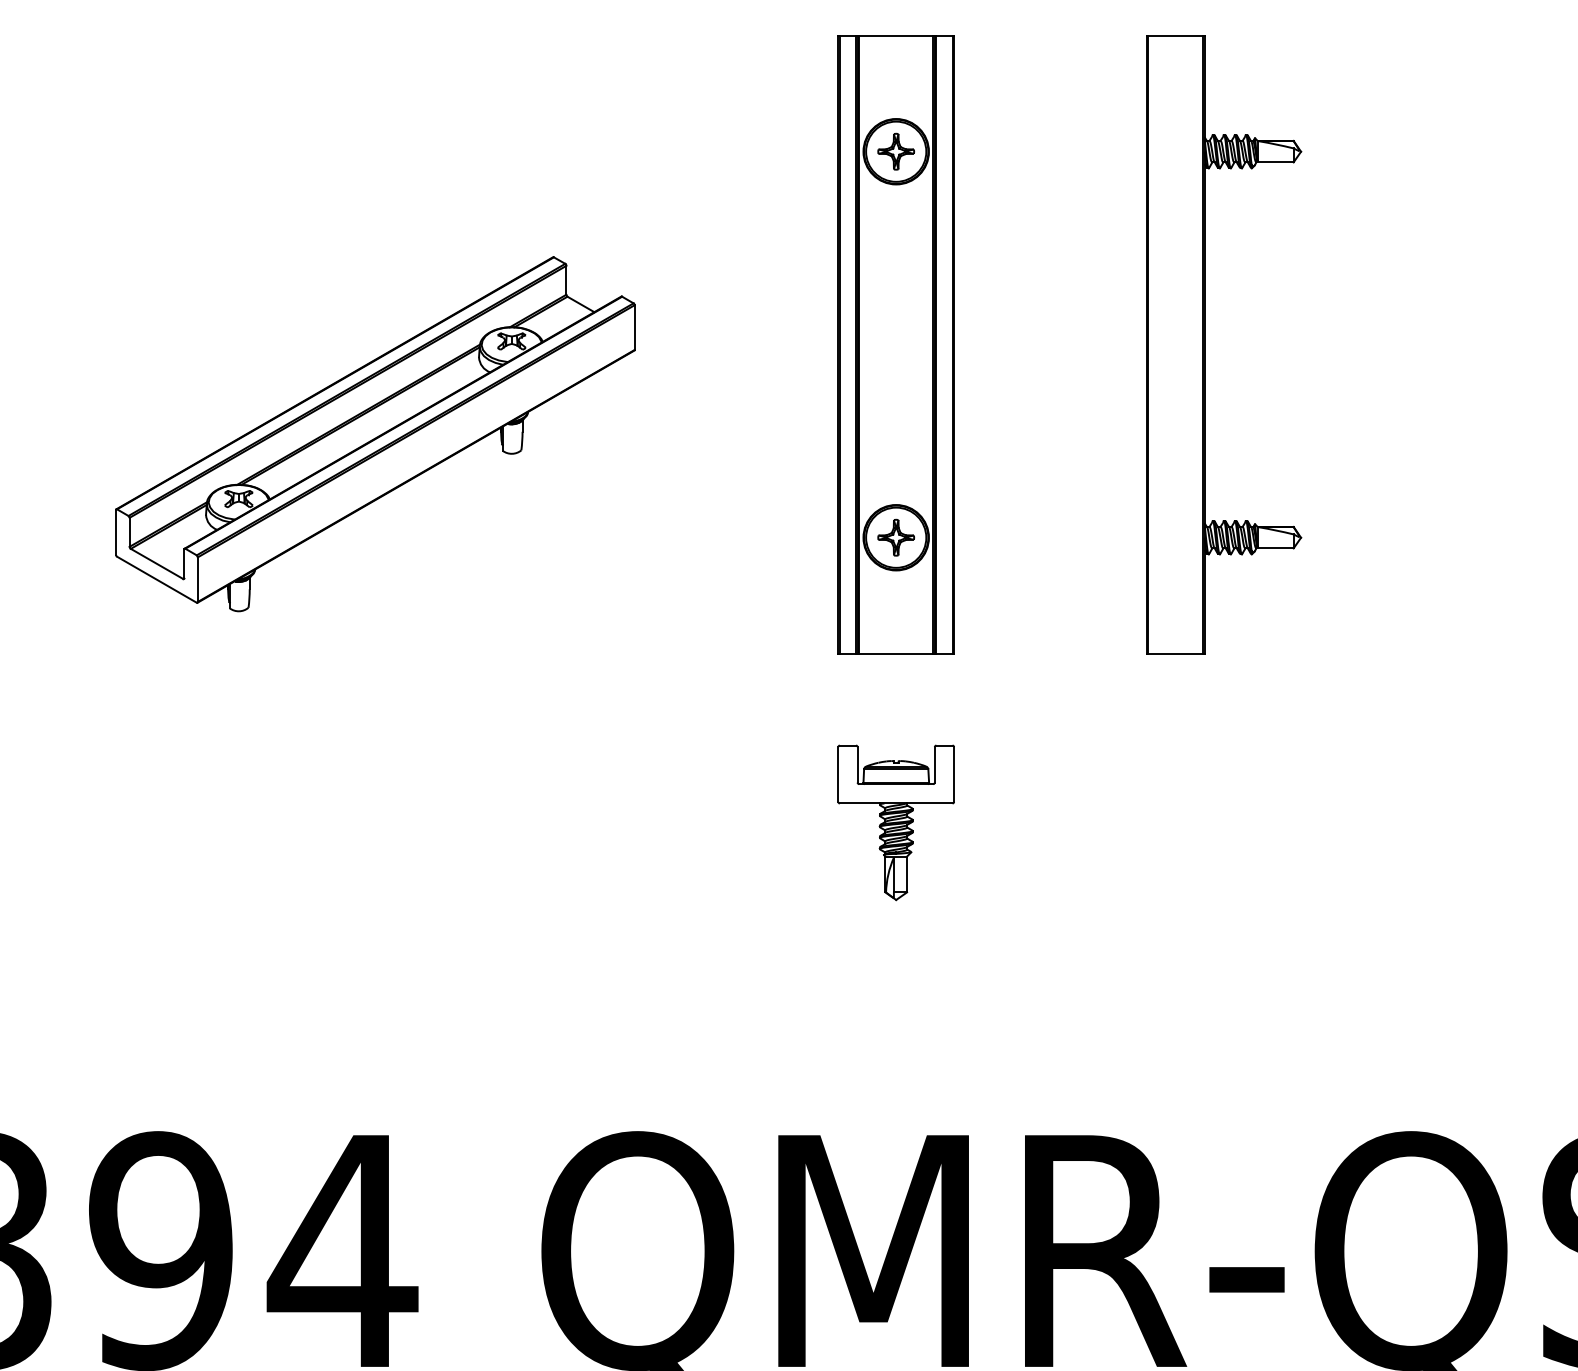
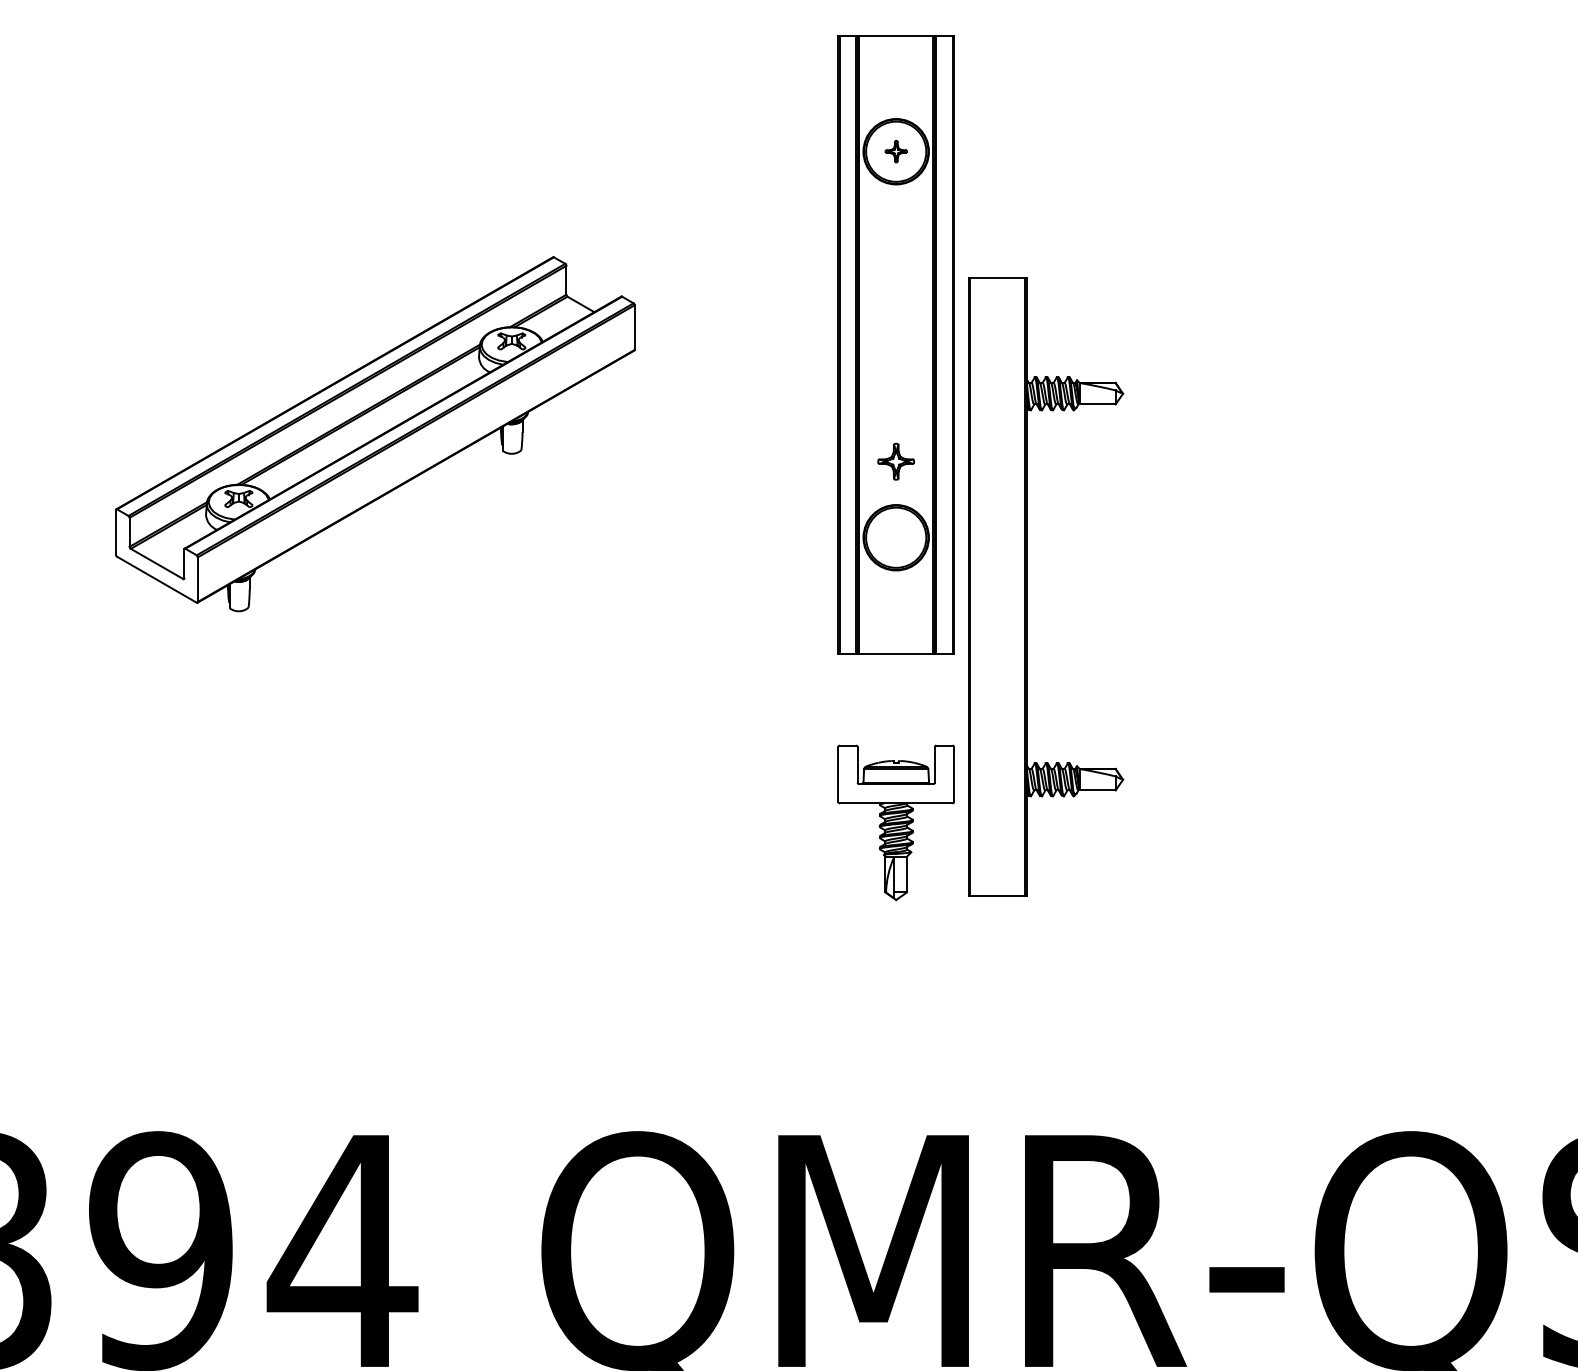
part at (896, 151) size: 39x39 px -> 24x24 px
part at (1205, 344) position: (1205, 344) -> (1027, 586)
part at (896, 537) position: (896, 537) -> (896, 461)
